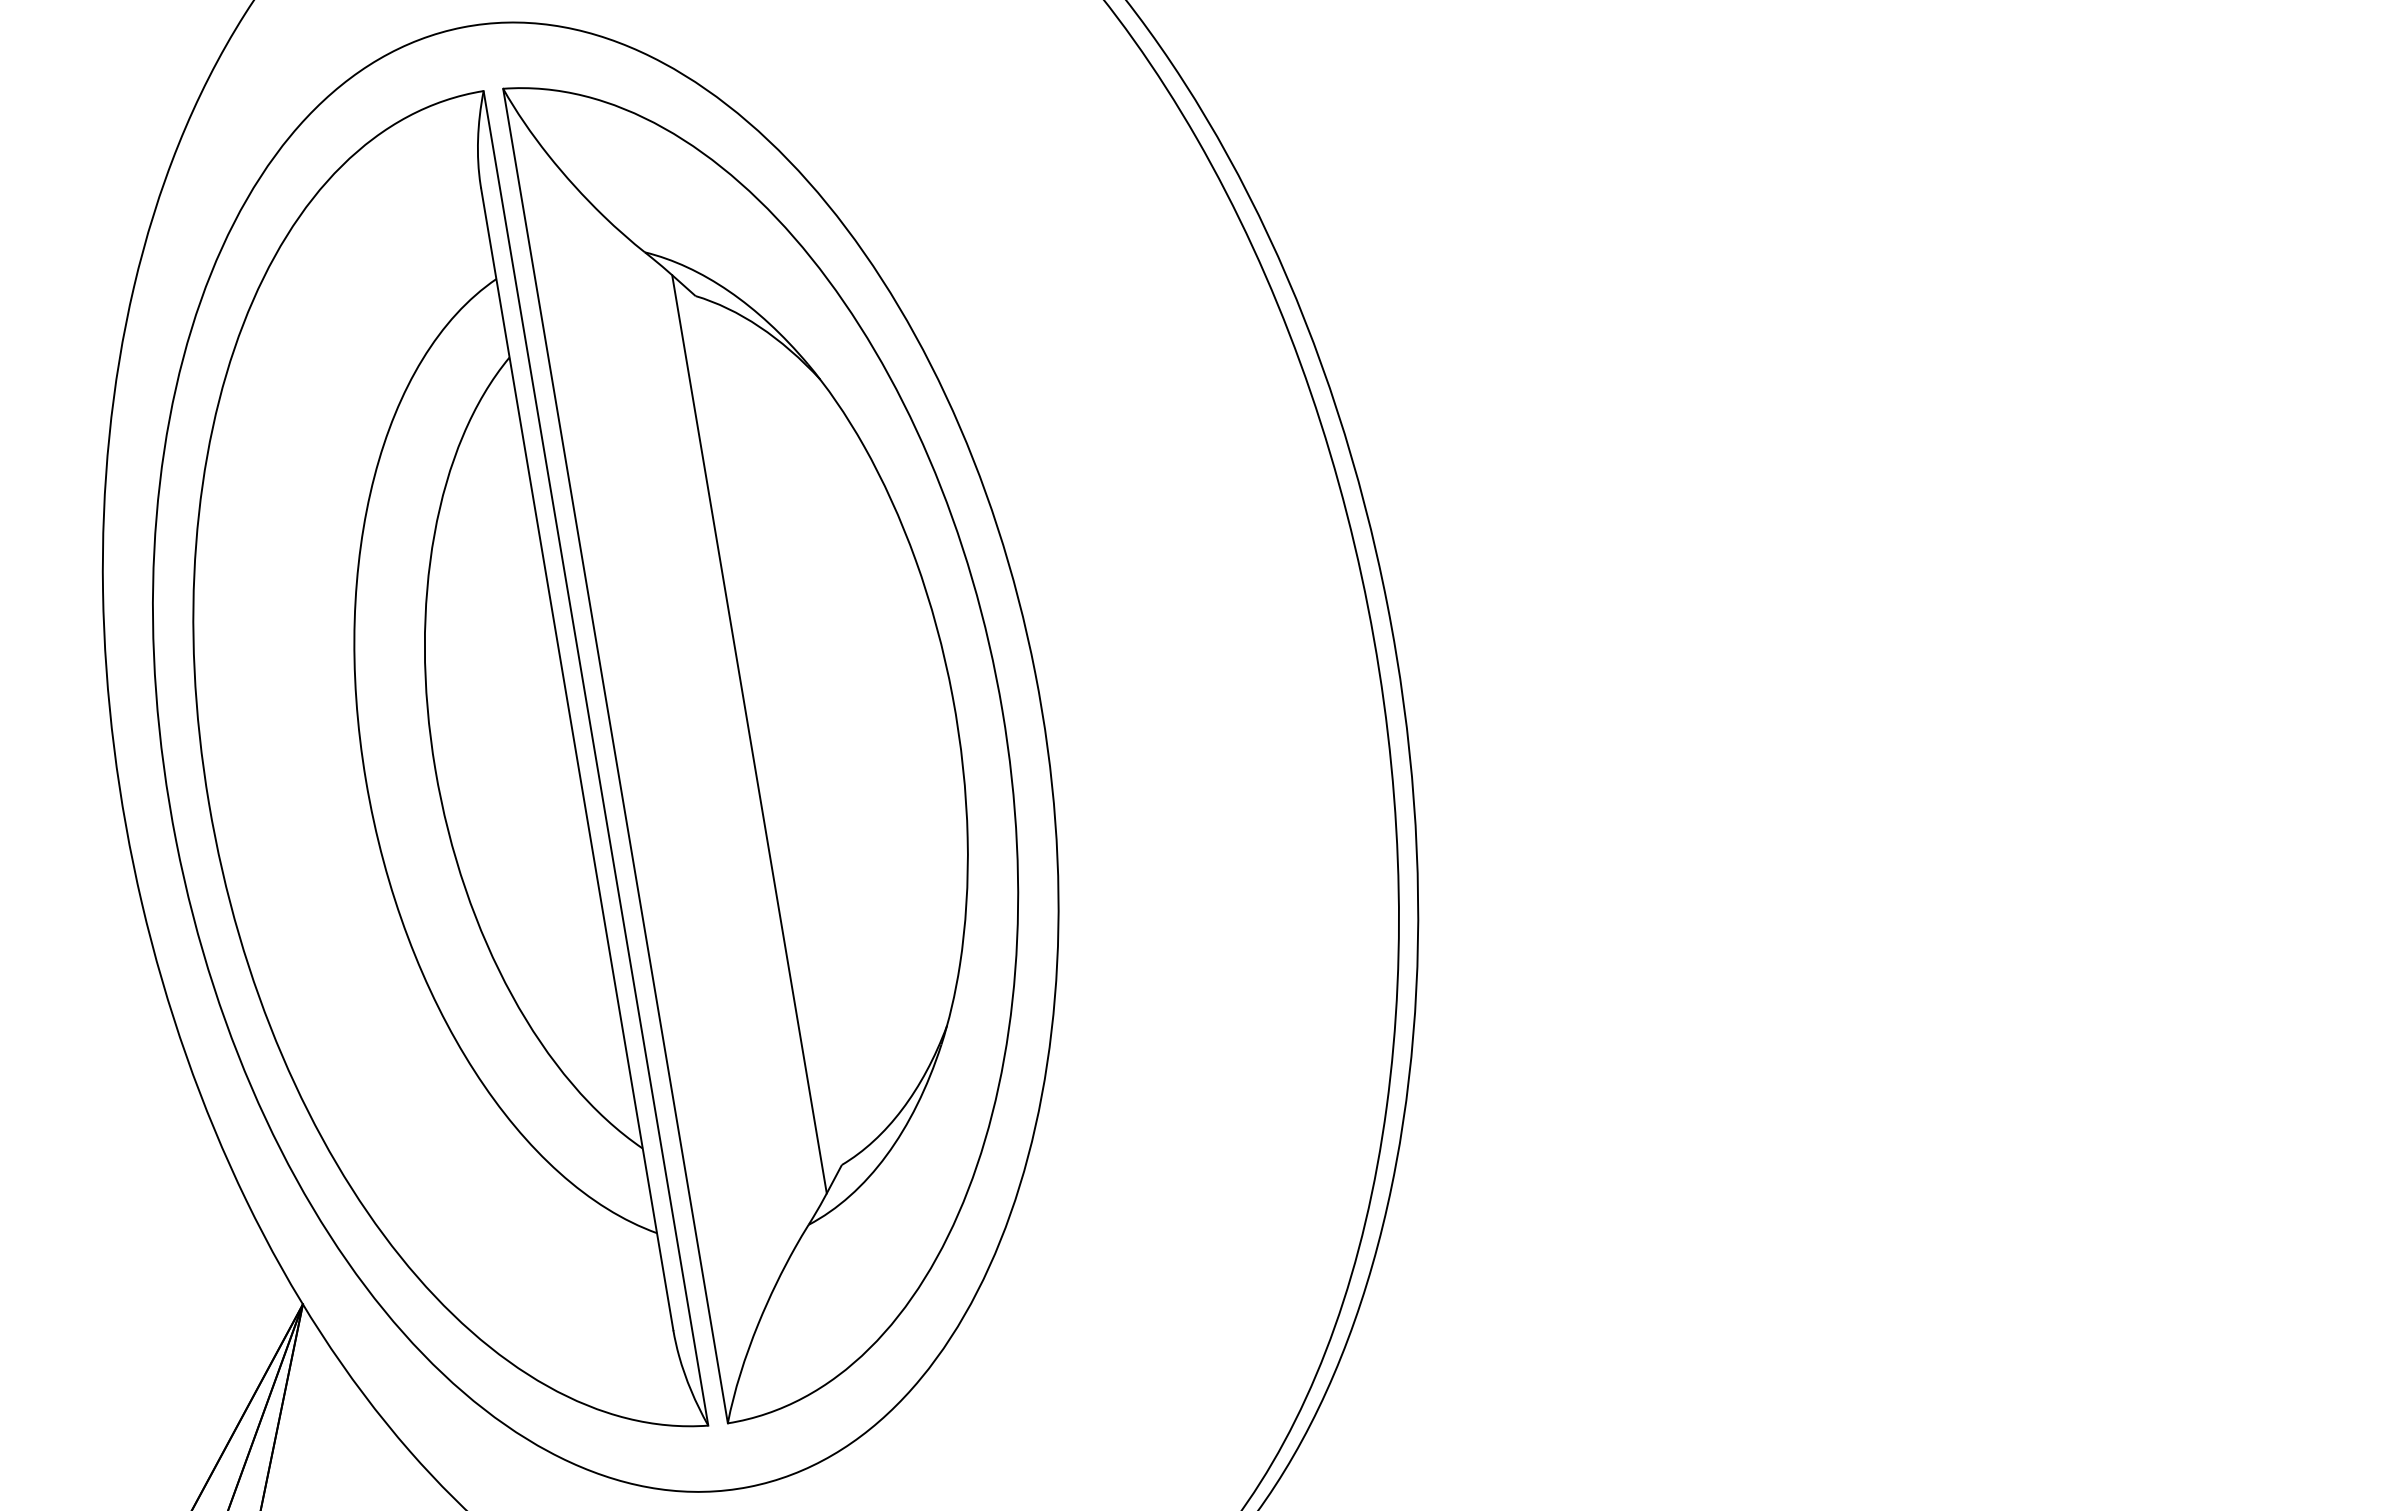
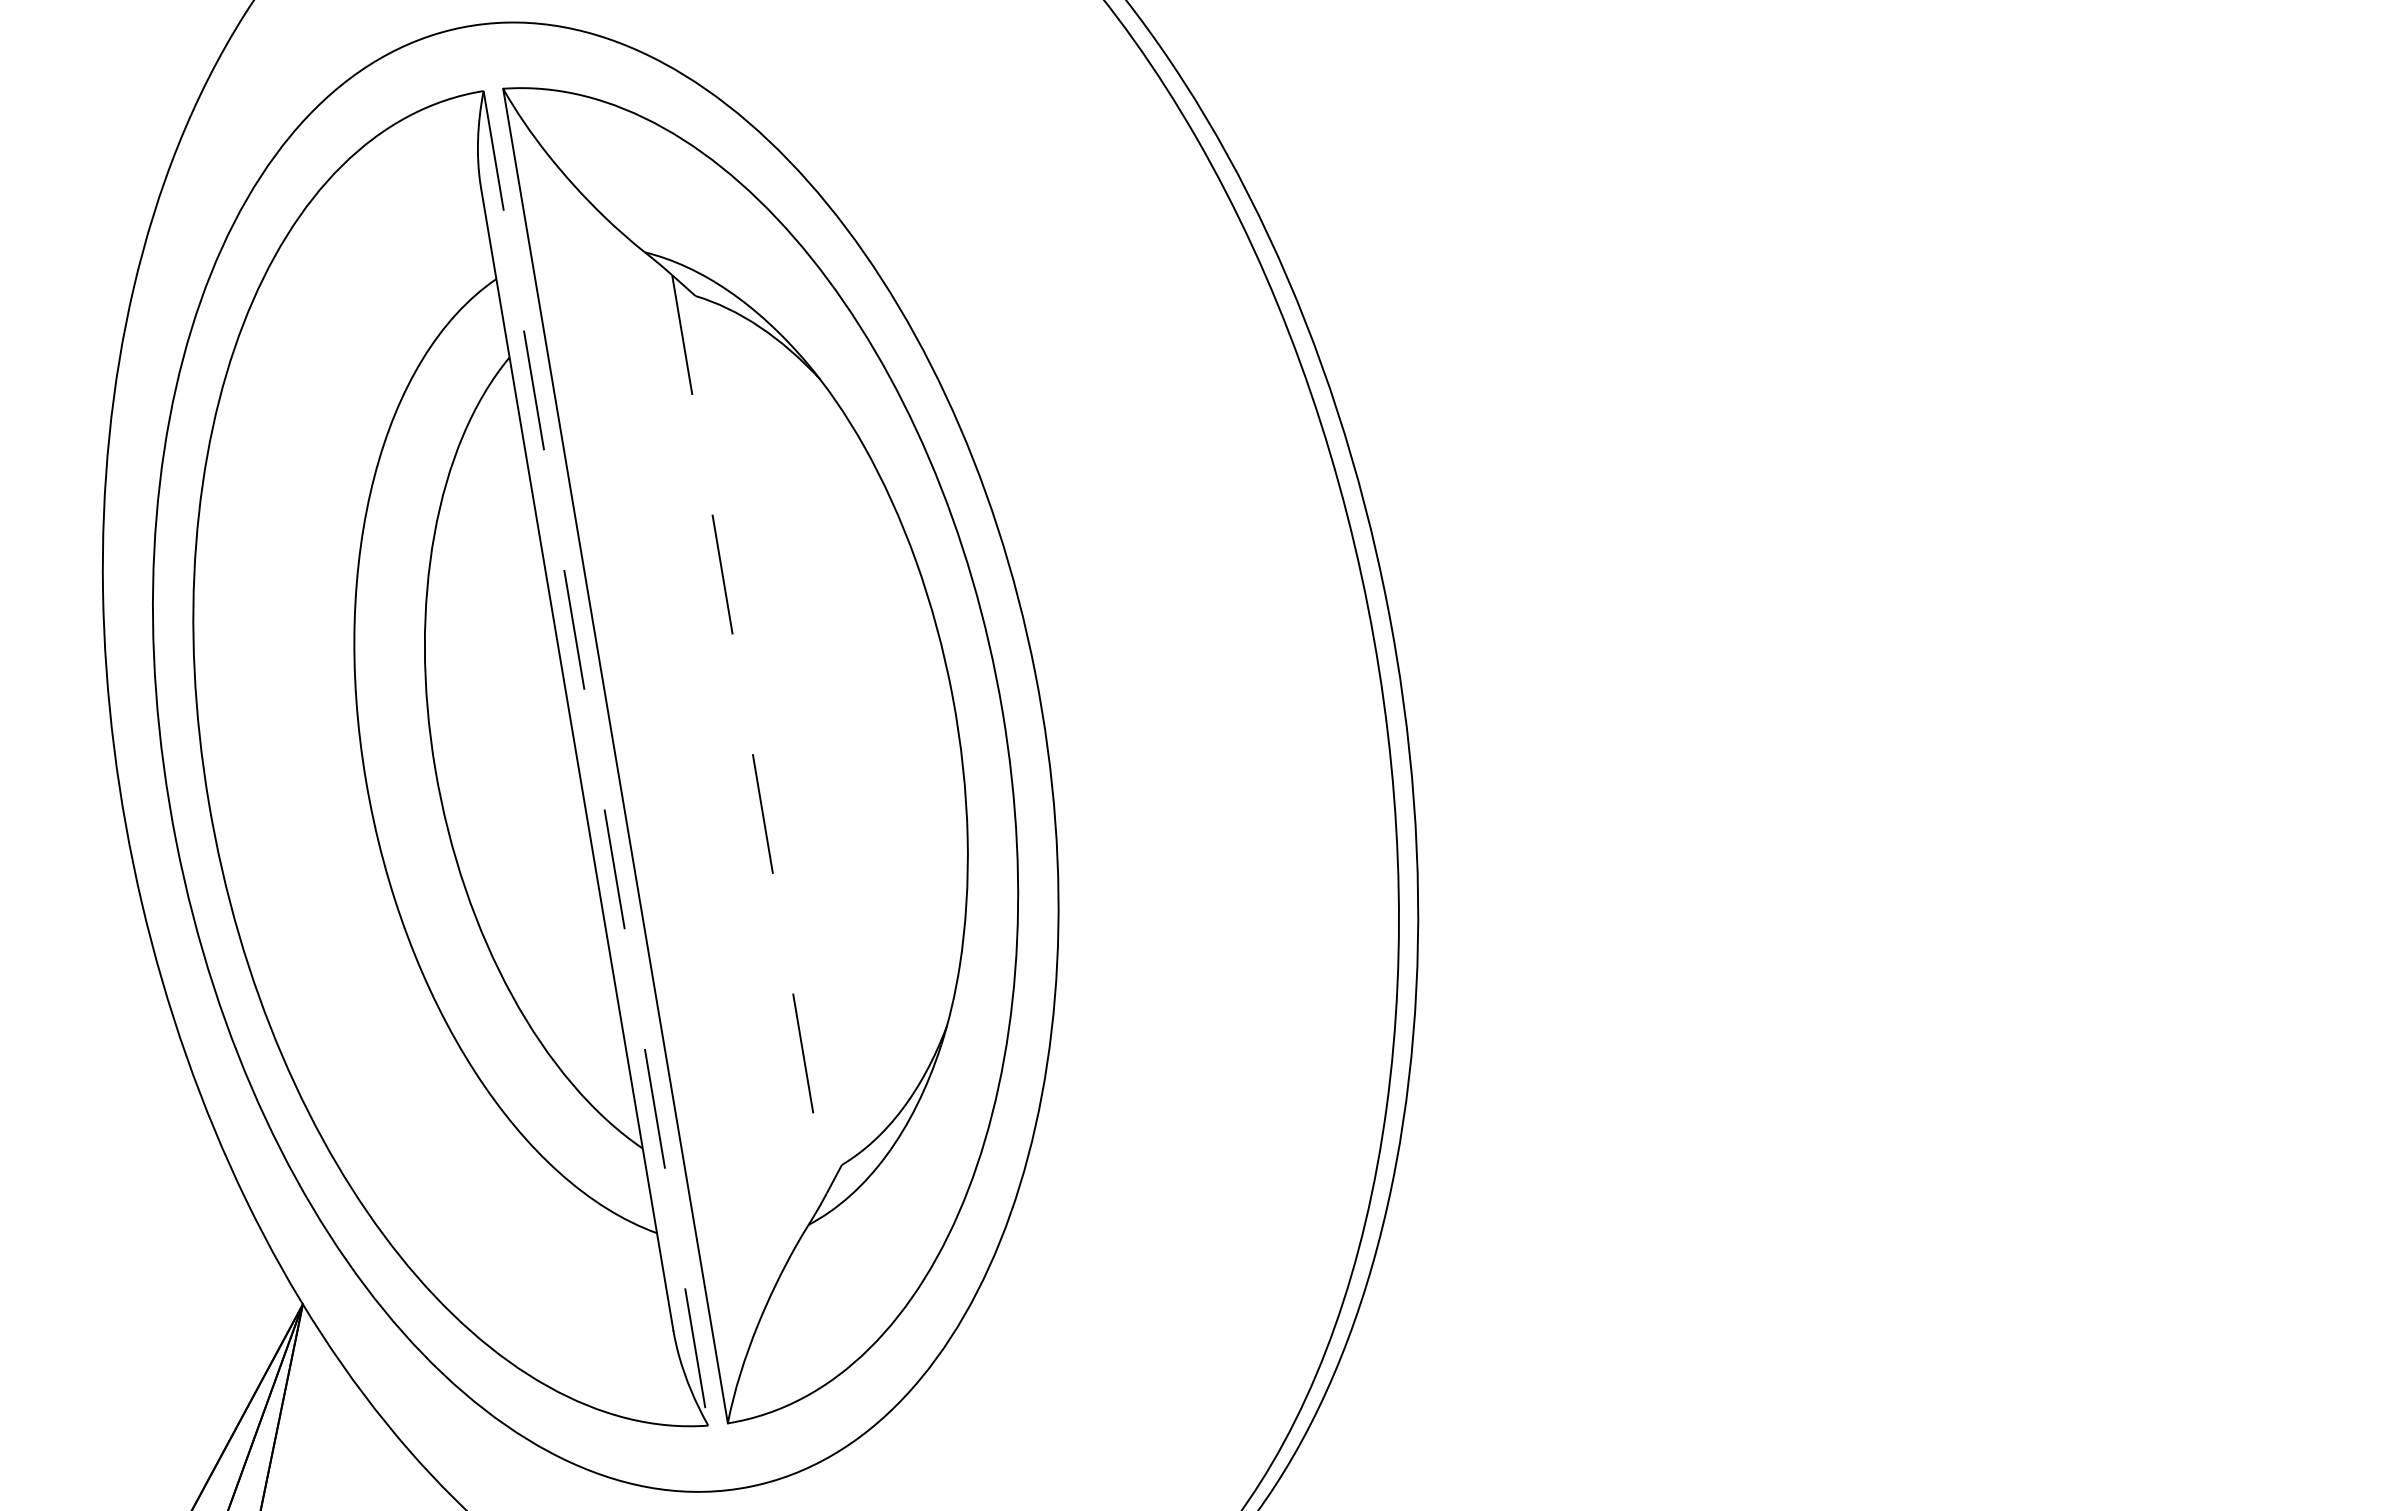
line at (749, 734): solid -> dashed
line at (595, 758): solid -> dashed
